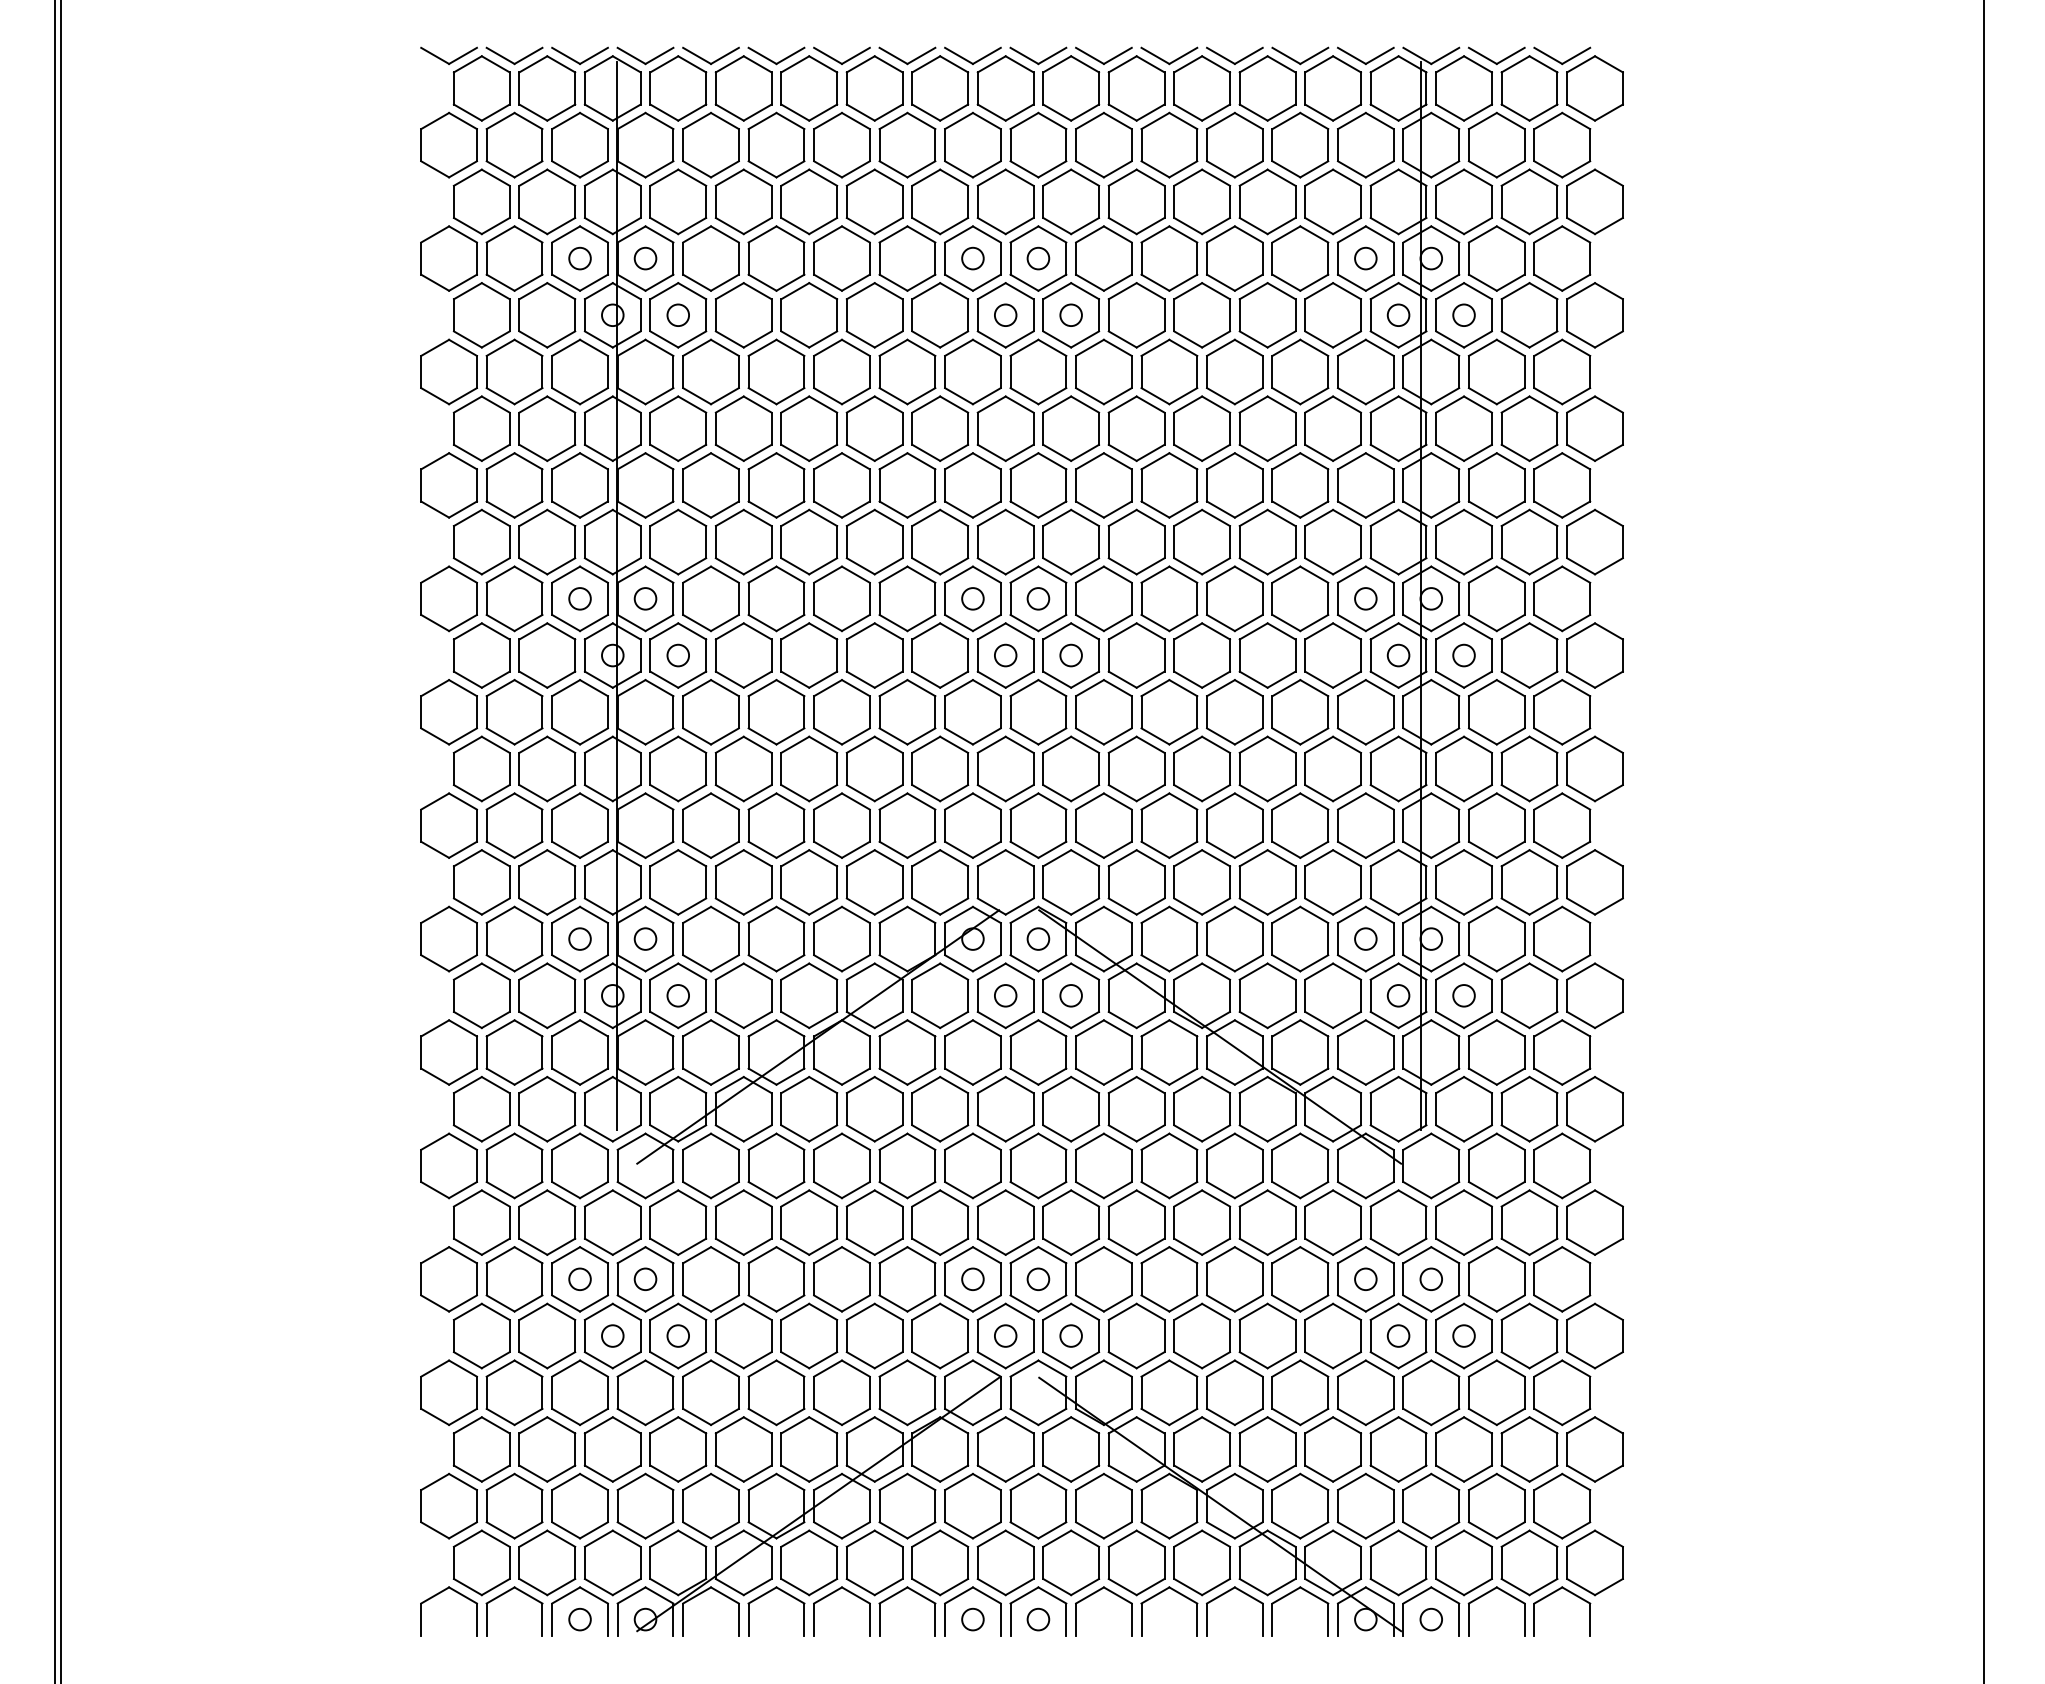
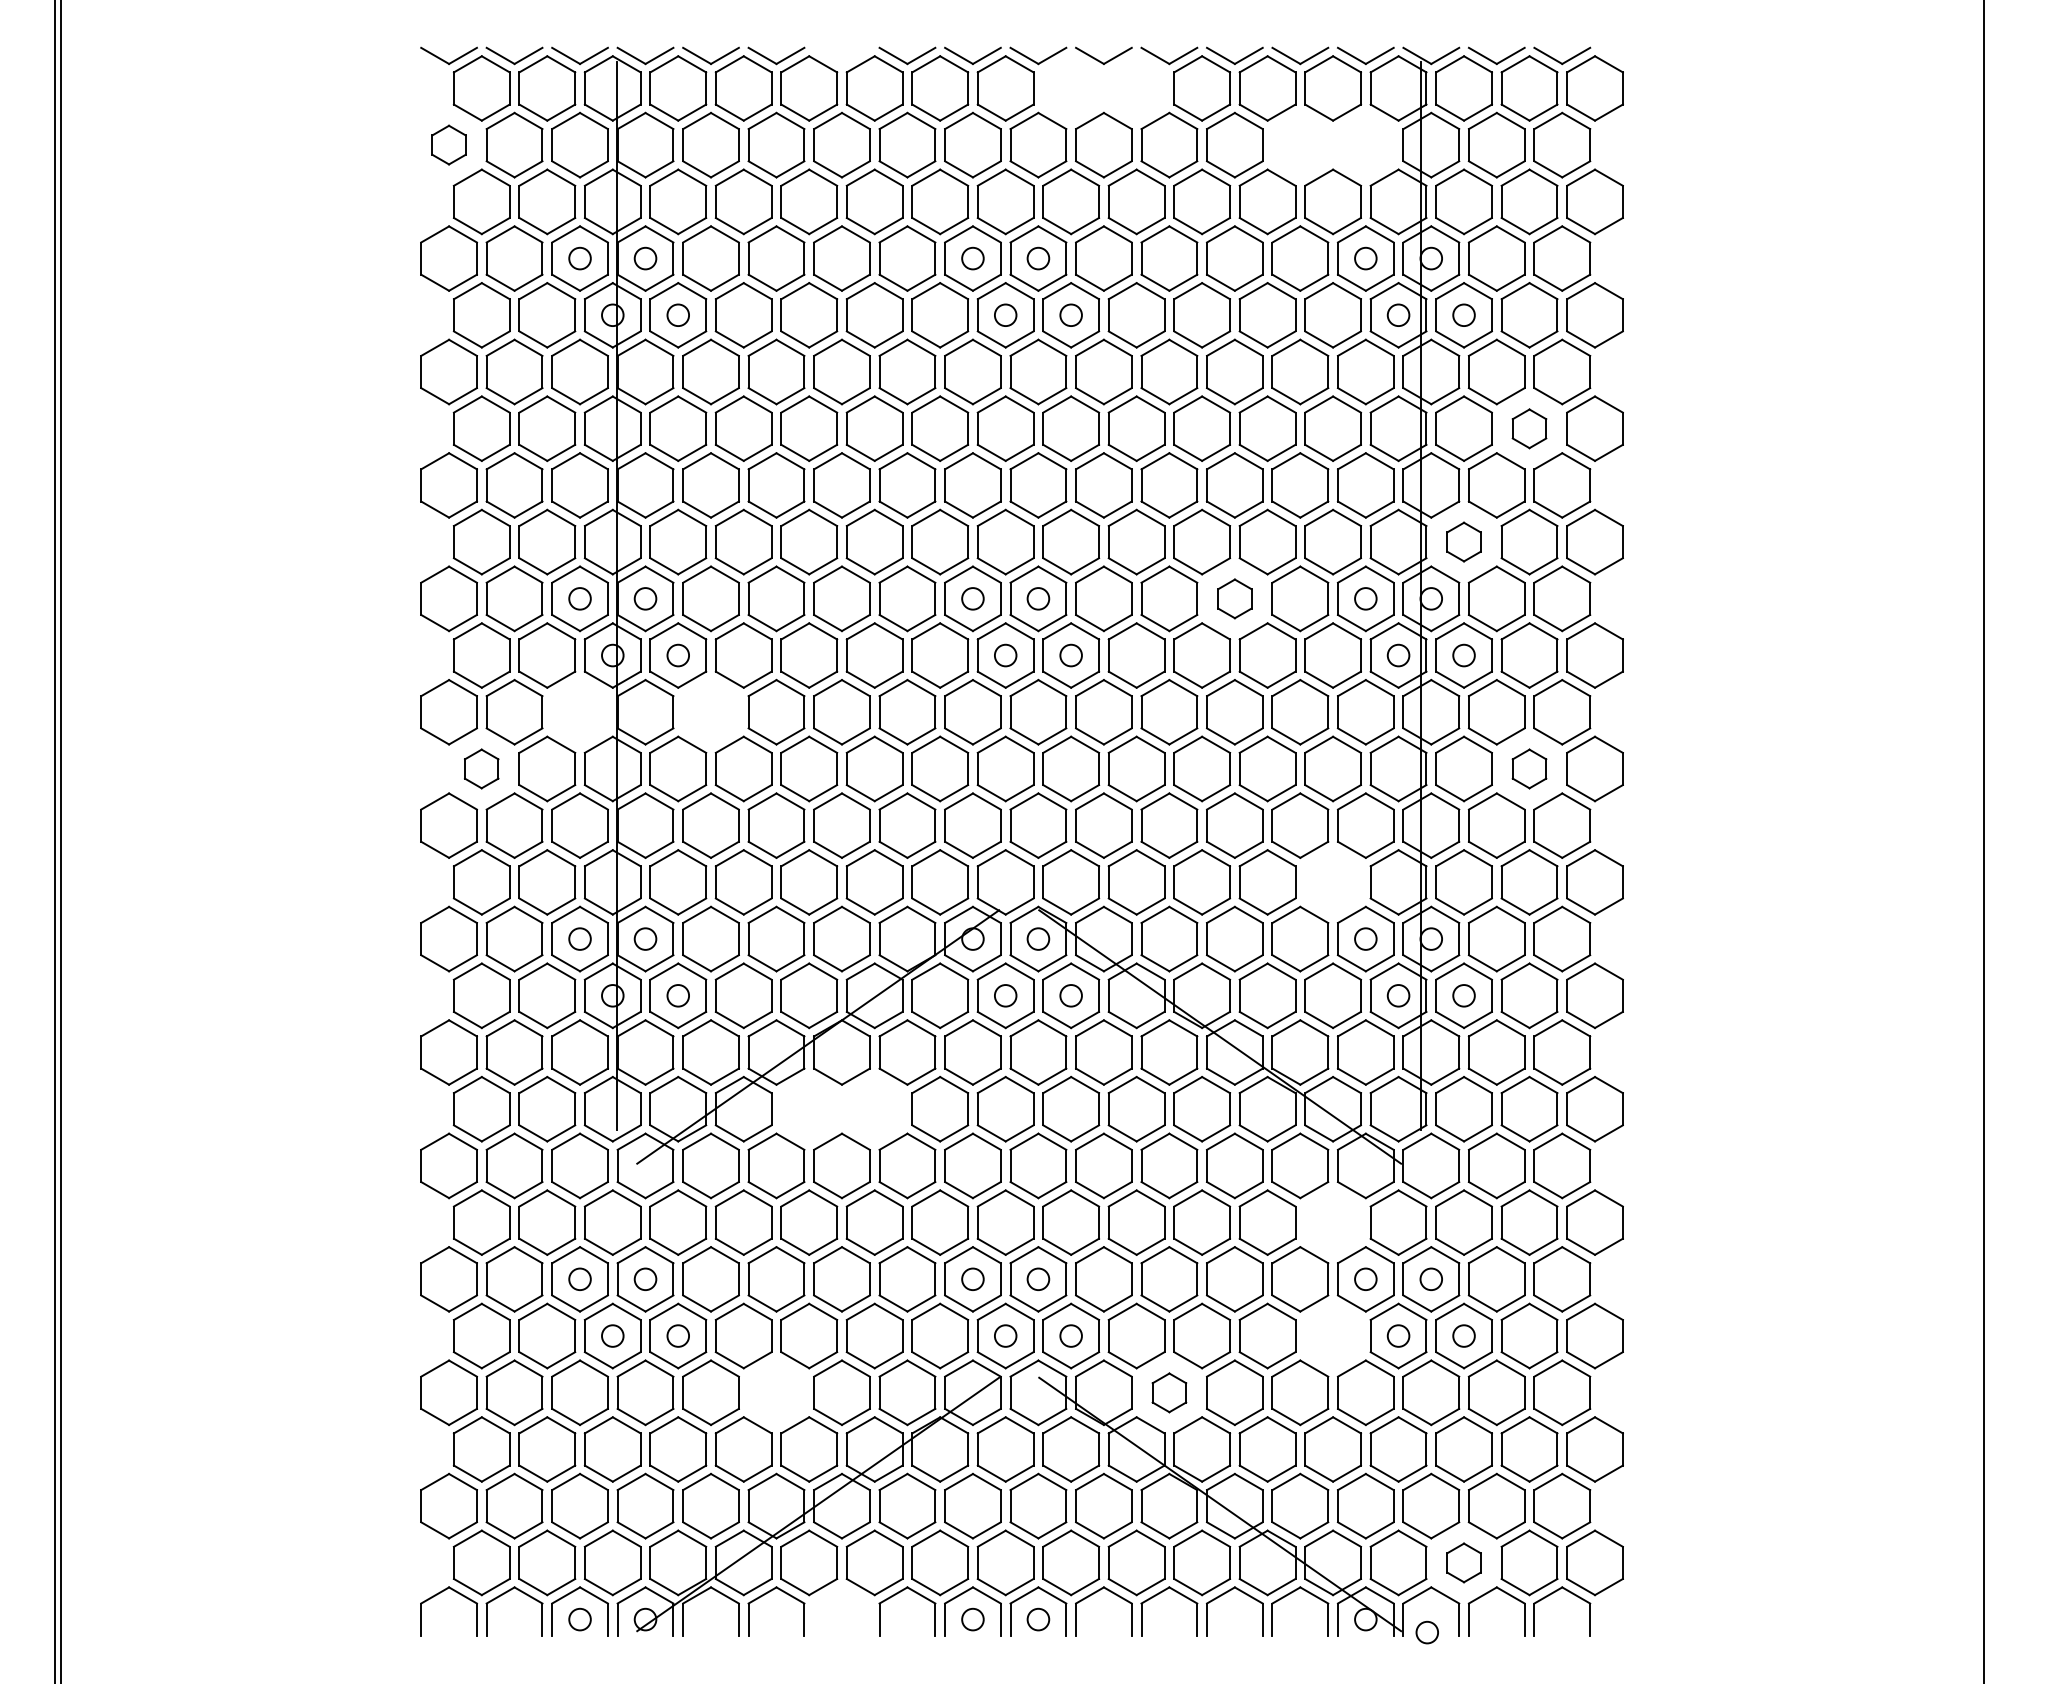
part at (841, 55): present -> none
part at (1103, 88): present -> none
part at (448, 144) size: 58x68 px -> 36x42 px
part at (1332, 144): present -> none
part at (1529, 428) size: 59x68 px -> 37x42 px
part at (1463, 541) size: 58x68 px -> 36x42 px
part at (1234, 598) size: 58x68 px -> 36x42 px
part at (579, 712): present -> none
part at (710, 712): present -> none
part at (481, 768) size: 59x68 px -> 36x42 px
part at (1529, 768) size: 59x68 px -> 37x42 px
part at (1332, 882): present -> none
part at (841, 1108): present -> none
part at (1332, 1222): present -> none
part at (1332, 1335): present -> none
part at (776, 1392): present -> none
part at (1169, 1392) size: 59x68 px -> 37x42 px
part at (1463, 1562) size: 58x68 px -> 36x42 px
part at (830, 1595): present -> none
circle at (1430, 1619) position: (1430, 1619) -> (1426, 1632)
